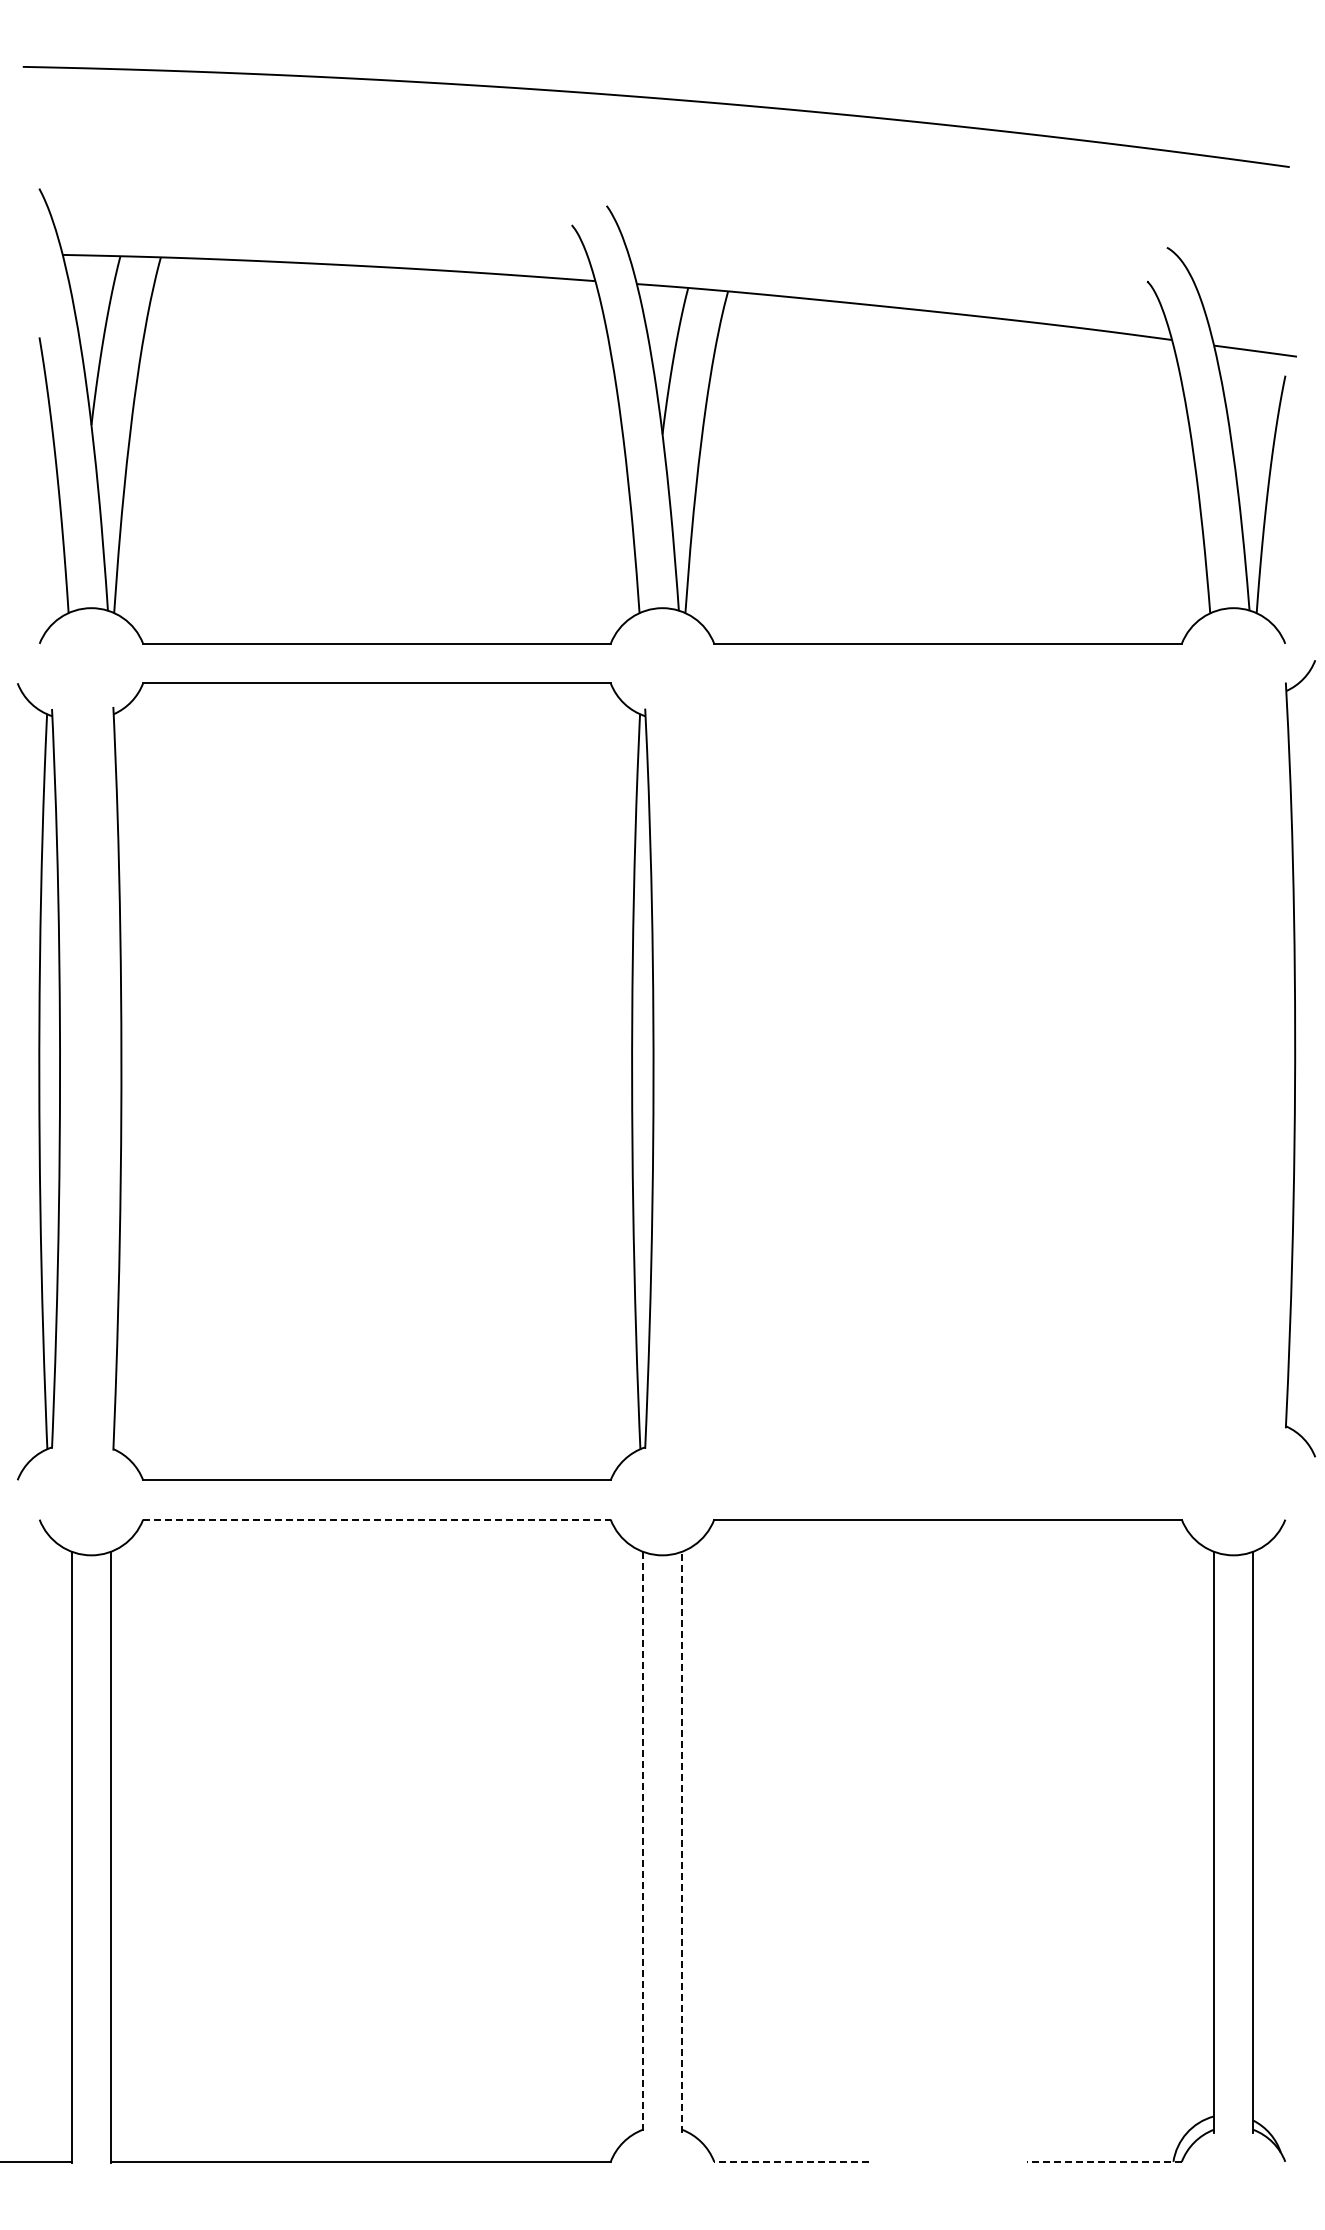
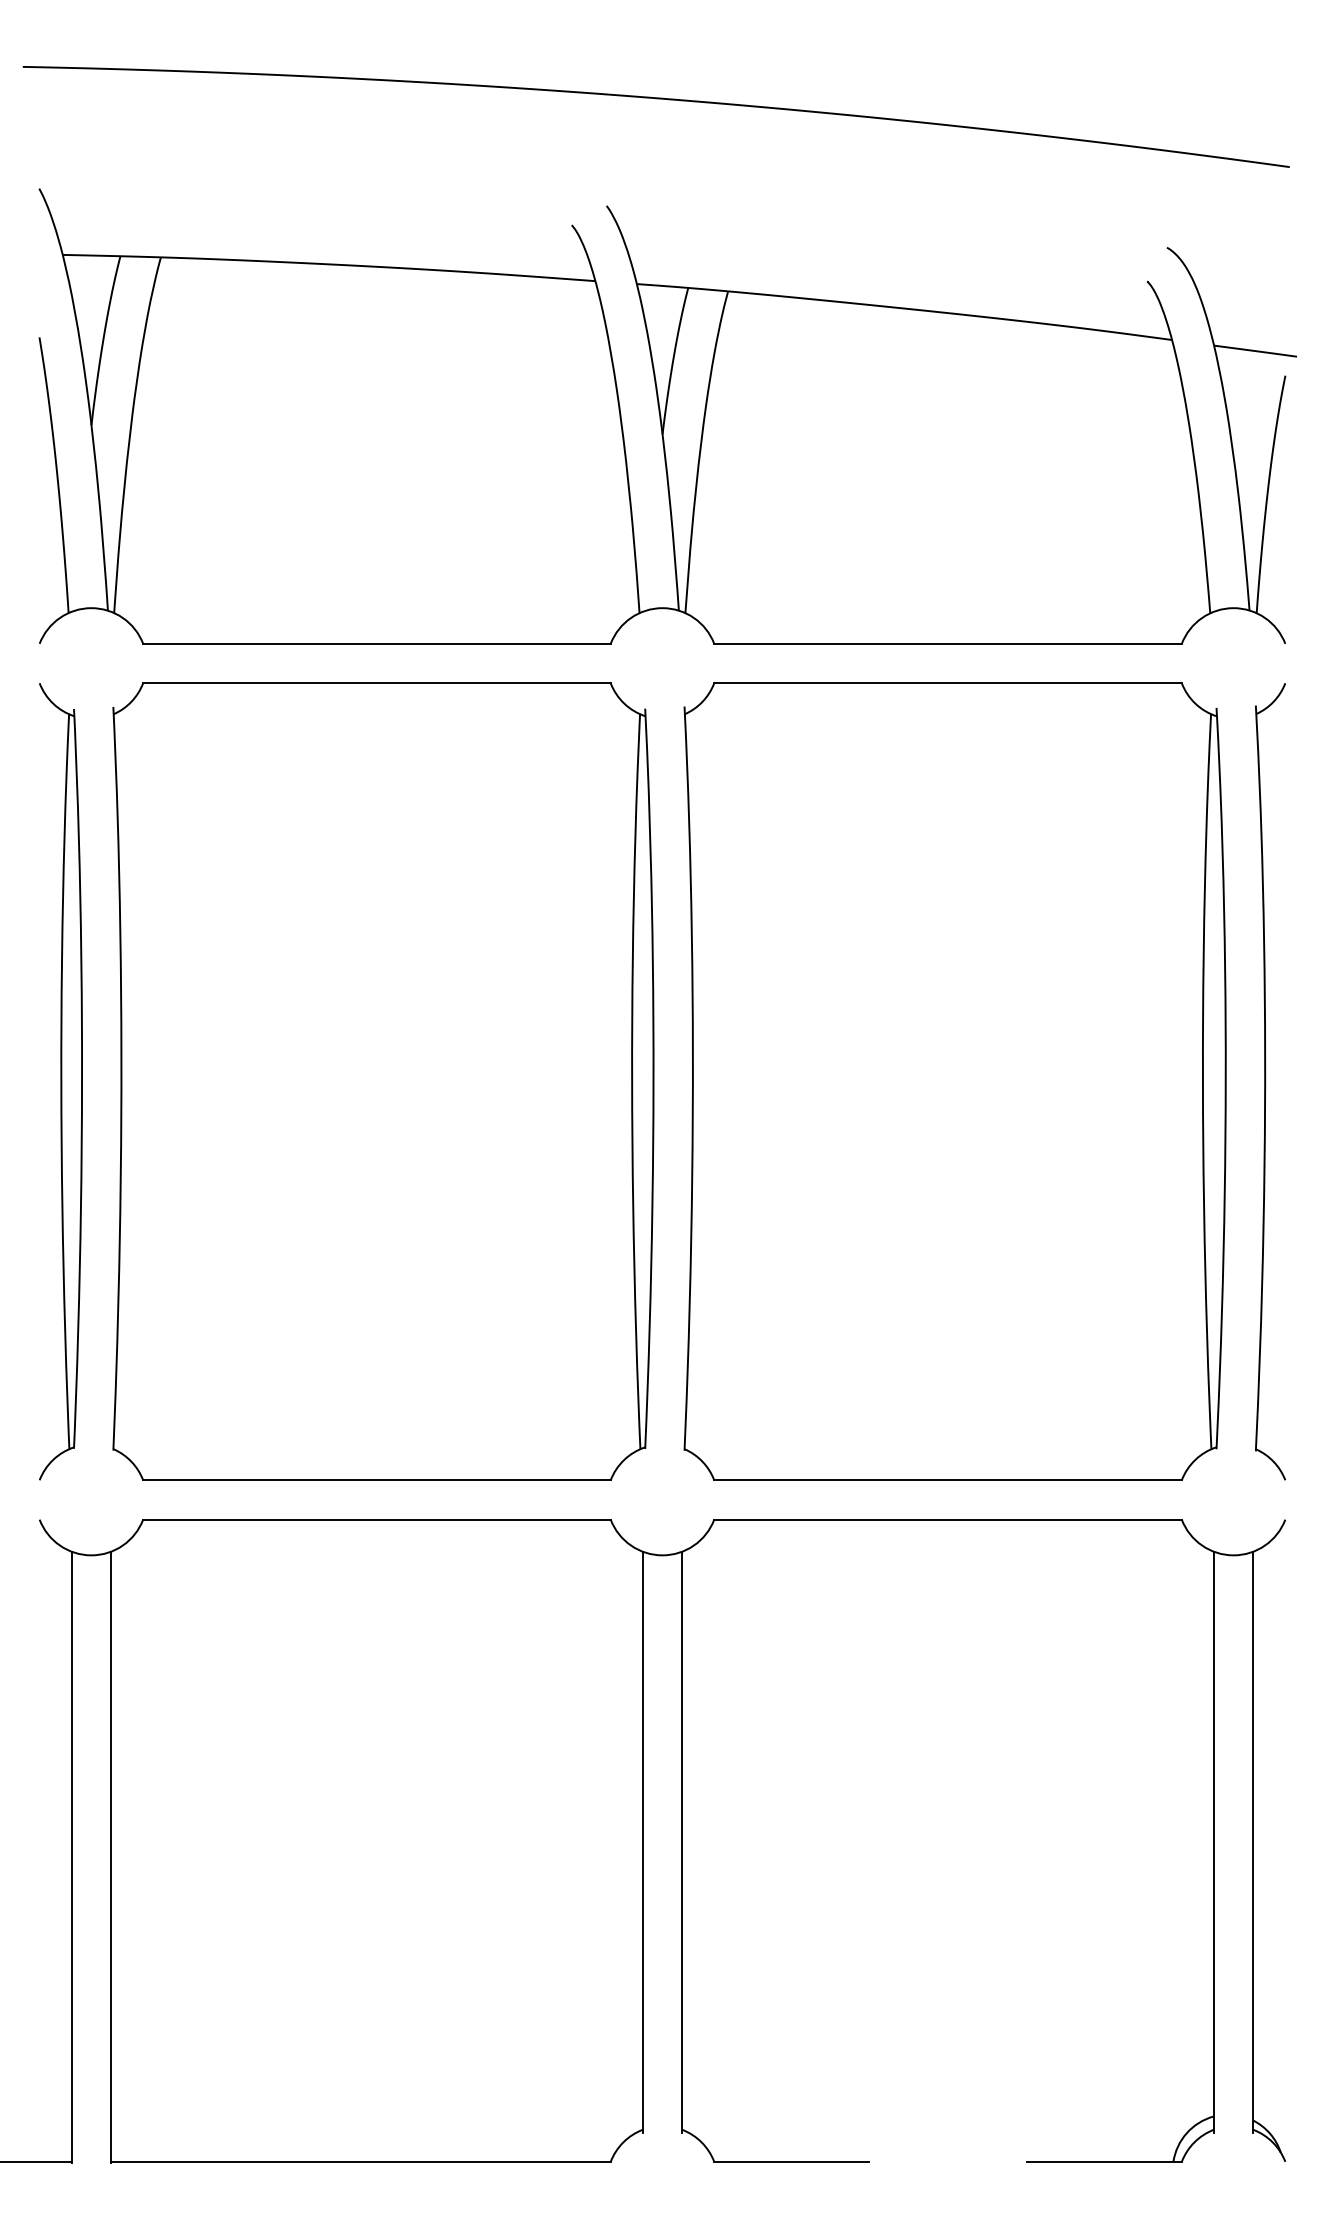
part at (1300, 1058) position: (1300, 1058) -> (1270, 1081)
part at (38, 1081) position: (38, 1081) -> (60, 1081)
part at (954, 1081): none -> present
line at (376, 1519): dashed -> solid
line at (642, 1842): dashed -> solid
line at (682, 1842): dashed -> solid
line at (791, 2161): dashed -> solid
line at (1104, 2161): dashed -> solid
